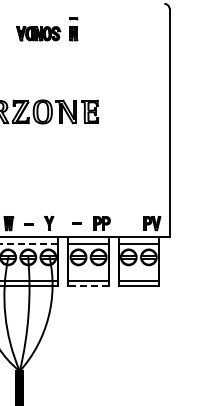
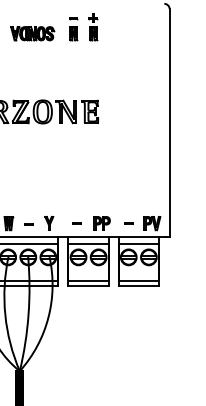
part at (93, 27): none -> present
part at (38, 33) position: (38, 33) -> (32, 33)
part at (128, 223): none -> present
line at (29, 244): dashed -> solid
line at (88, 285): dashed -> solid
